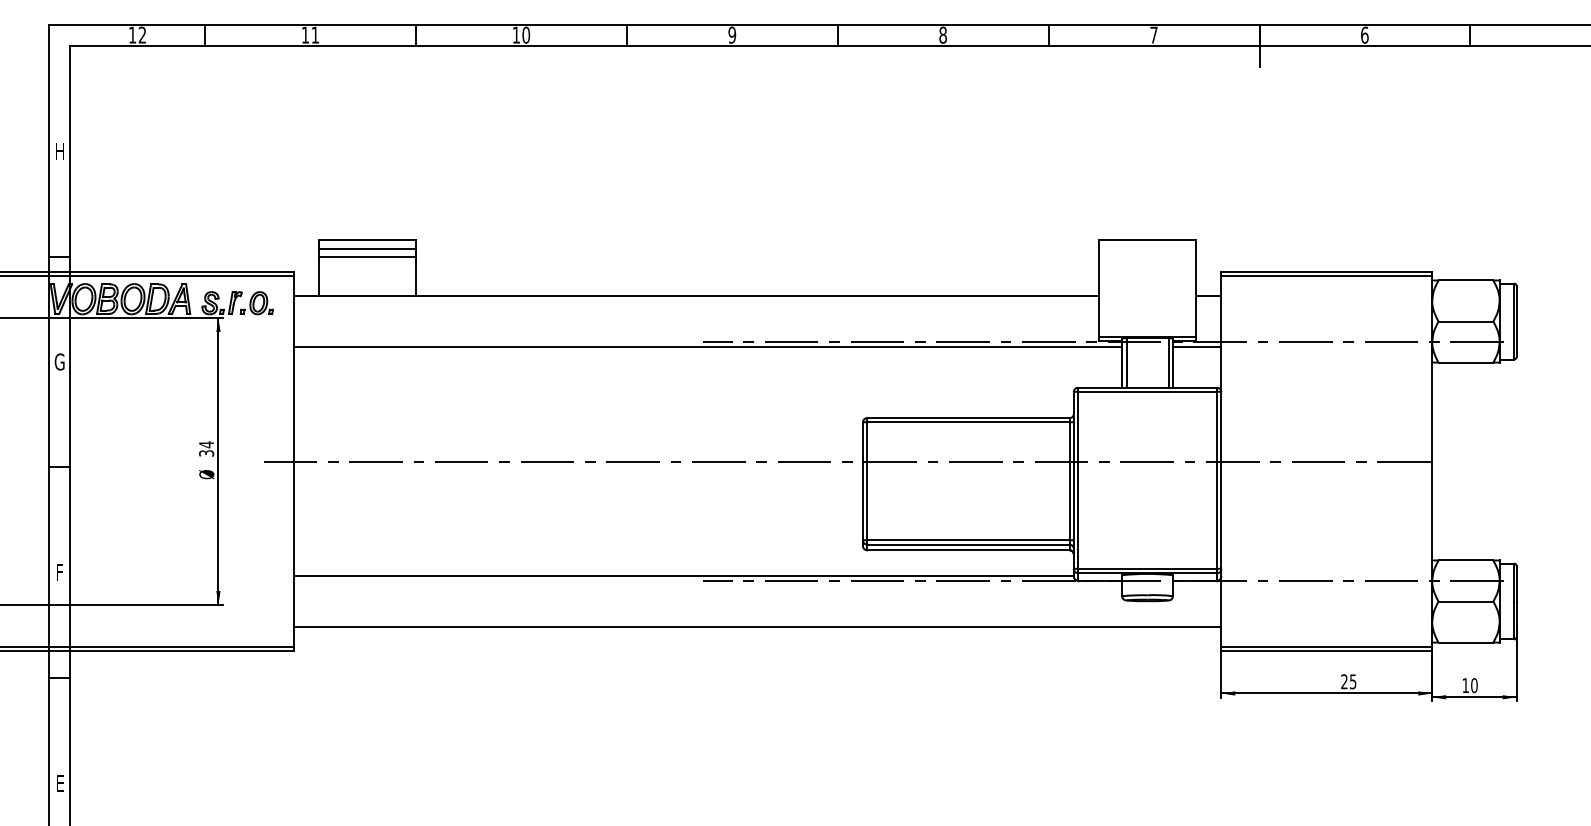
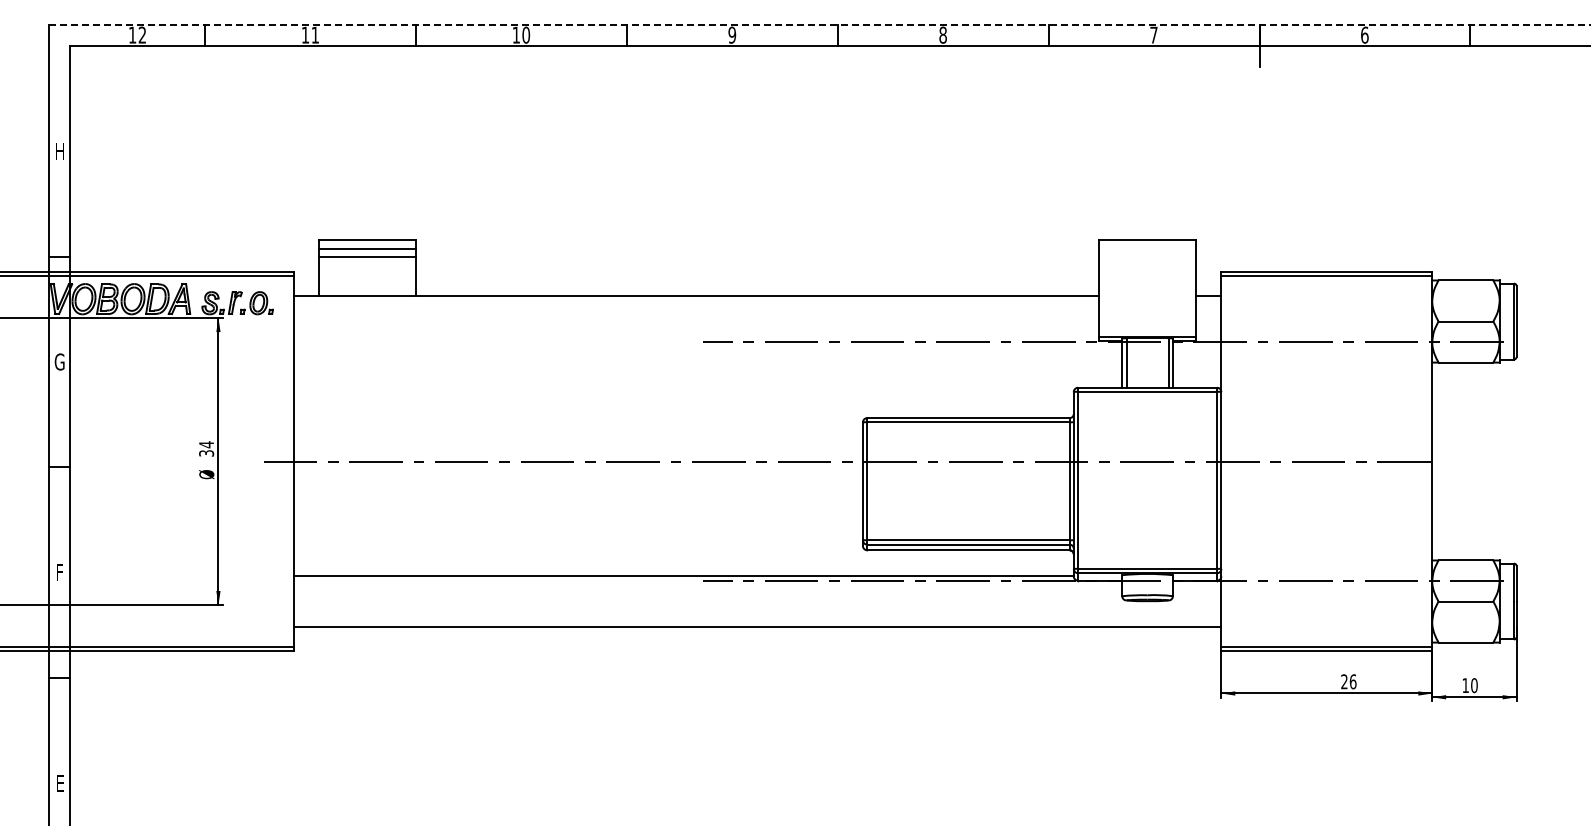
line at (820, 24): solid -> dashed
line at (707, 346): present -> none
line at (1196, 346): present -> none
text at (1352, 681): 25 -> 26
